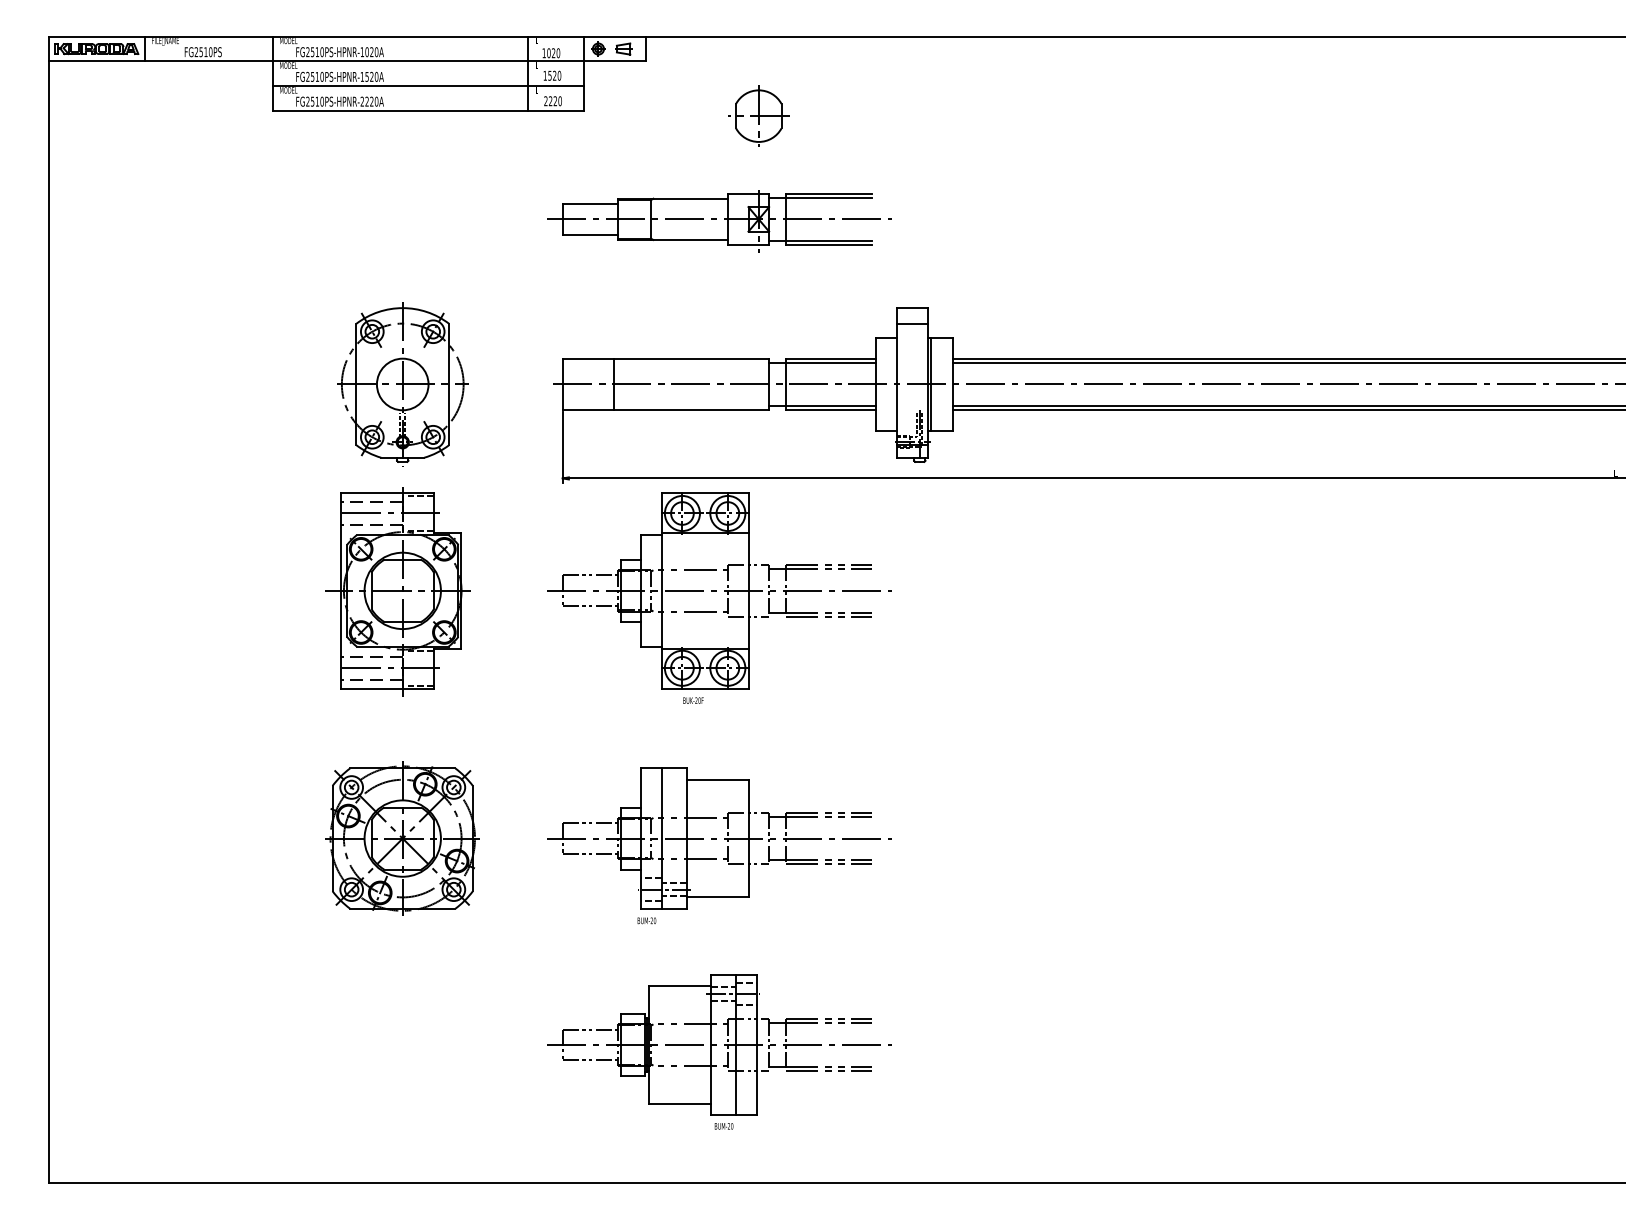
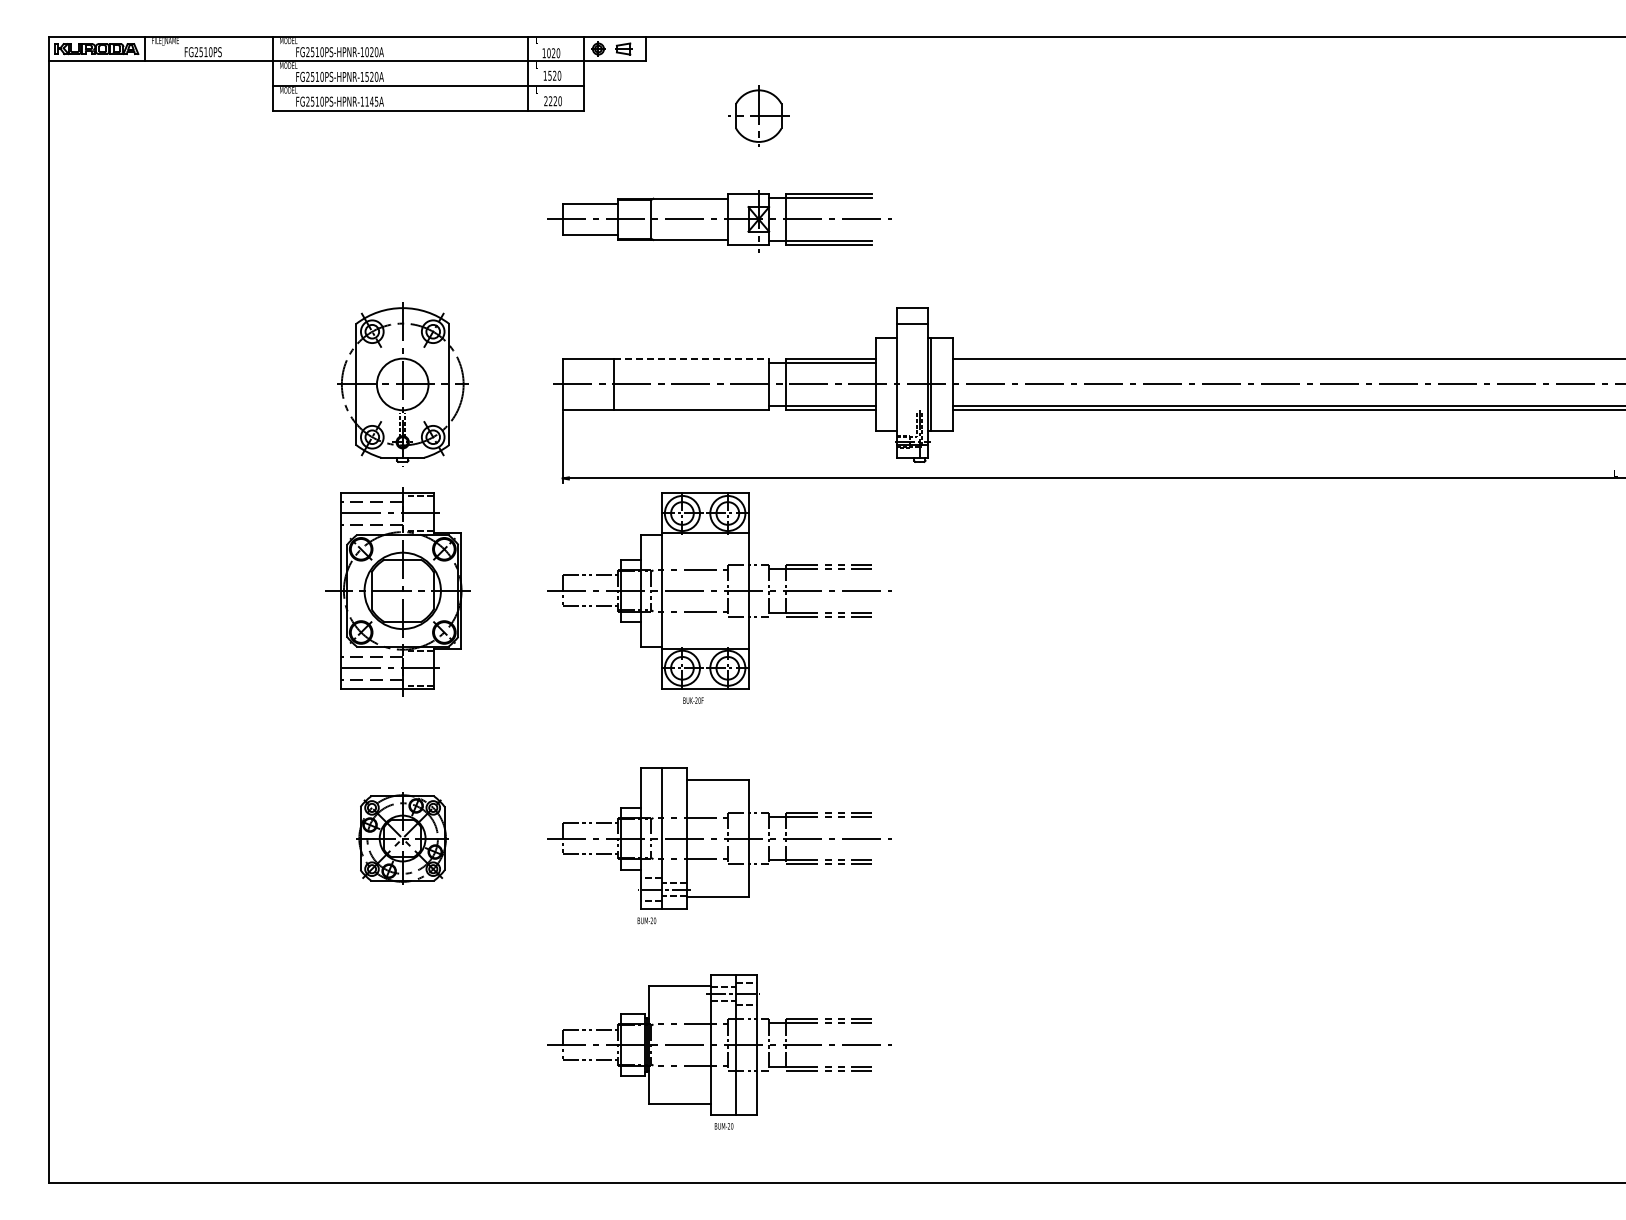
text at (369, 101): -2220A -> -1145A
line at (692, 358): solid -> dashed
line at (1287, 362): present -> none
part at (402, 838) size: 155x155 px -> 93x93 px
